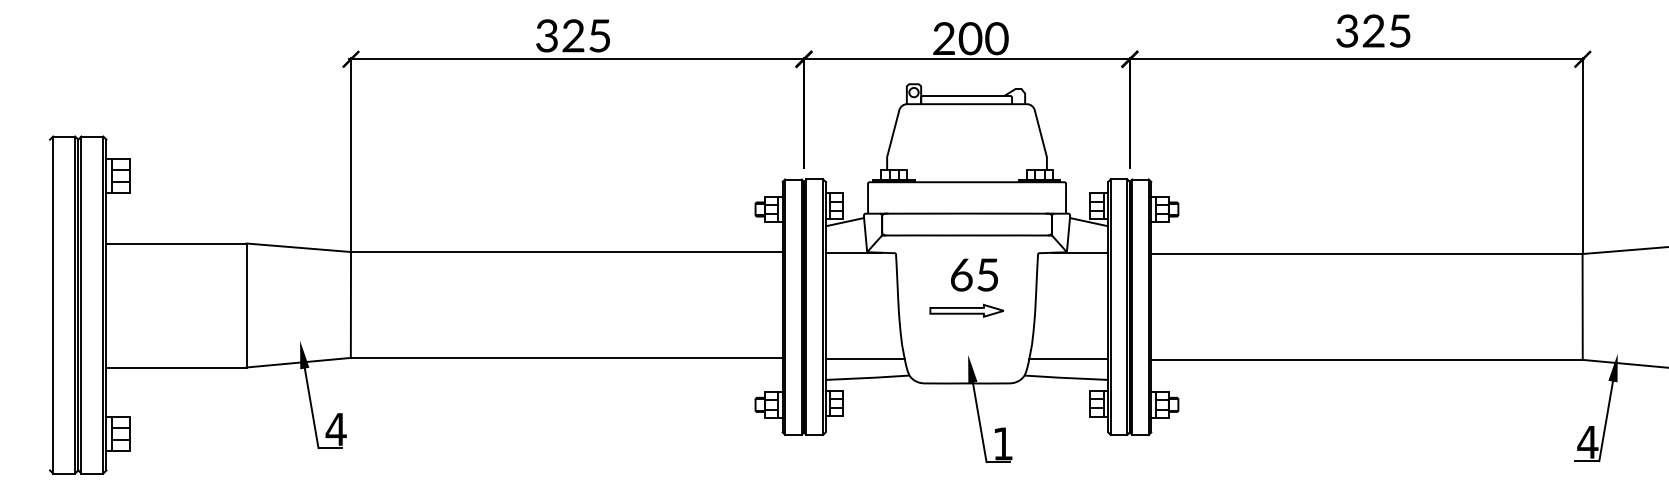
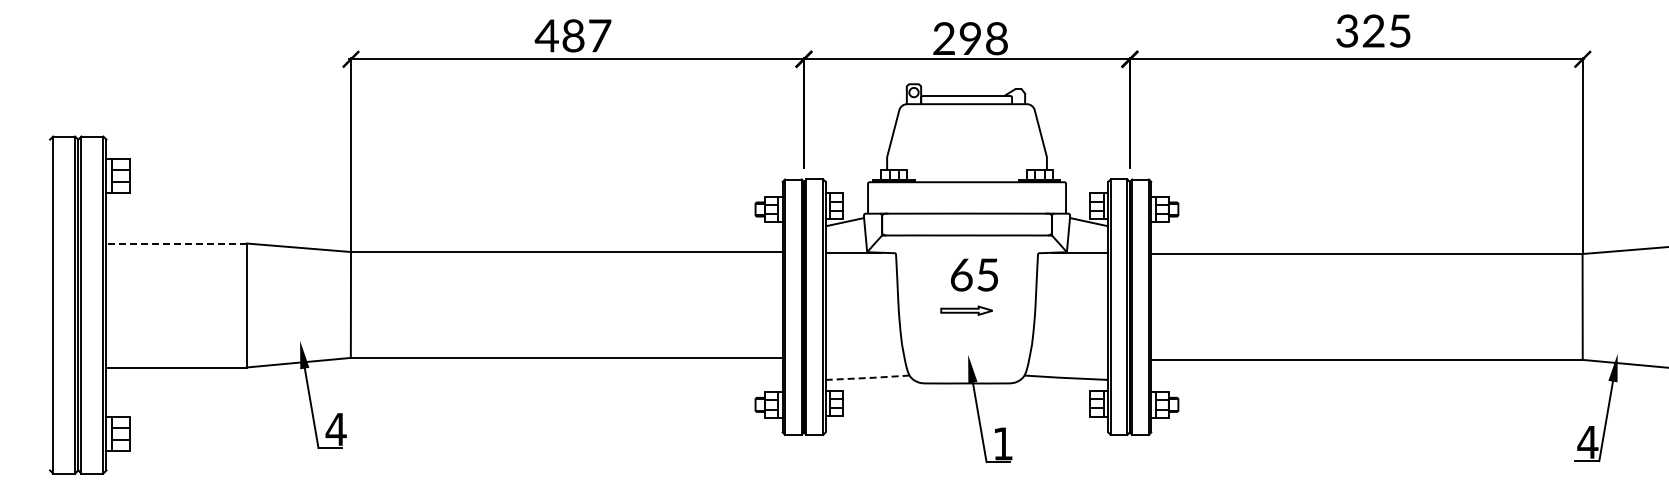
text at (572, 35): 325 -> 487
text at (983, 39): 200 -> 298
line at (176, 243): solid -> dashed
part at (966, 310) size: 75x15 px -> 53x11 px
line at (864, 358): present -> none
line at (1068, 358): present -> none
line at (868, 378): solid -> dashed
